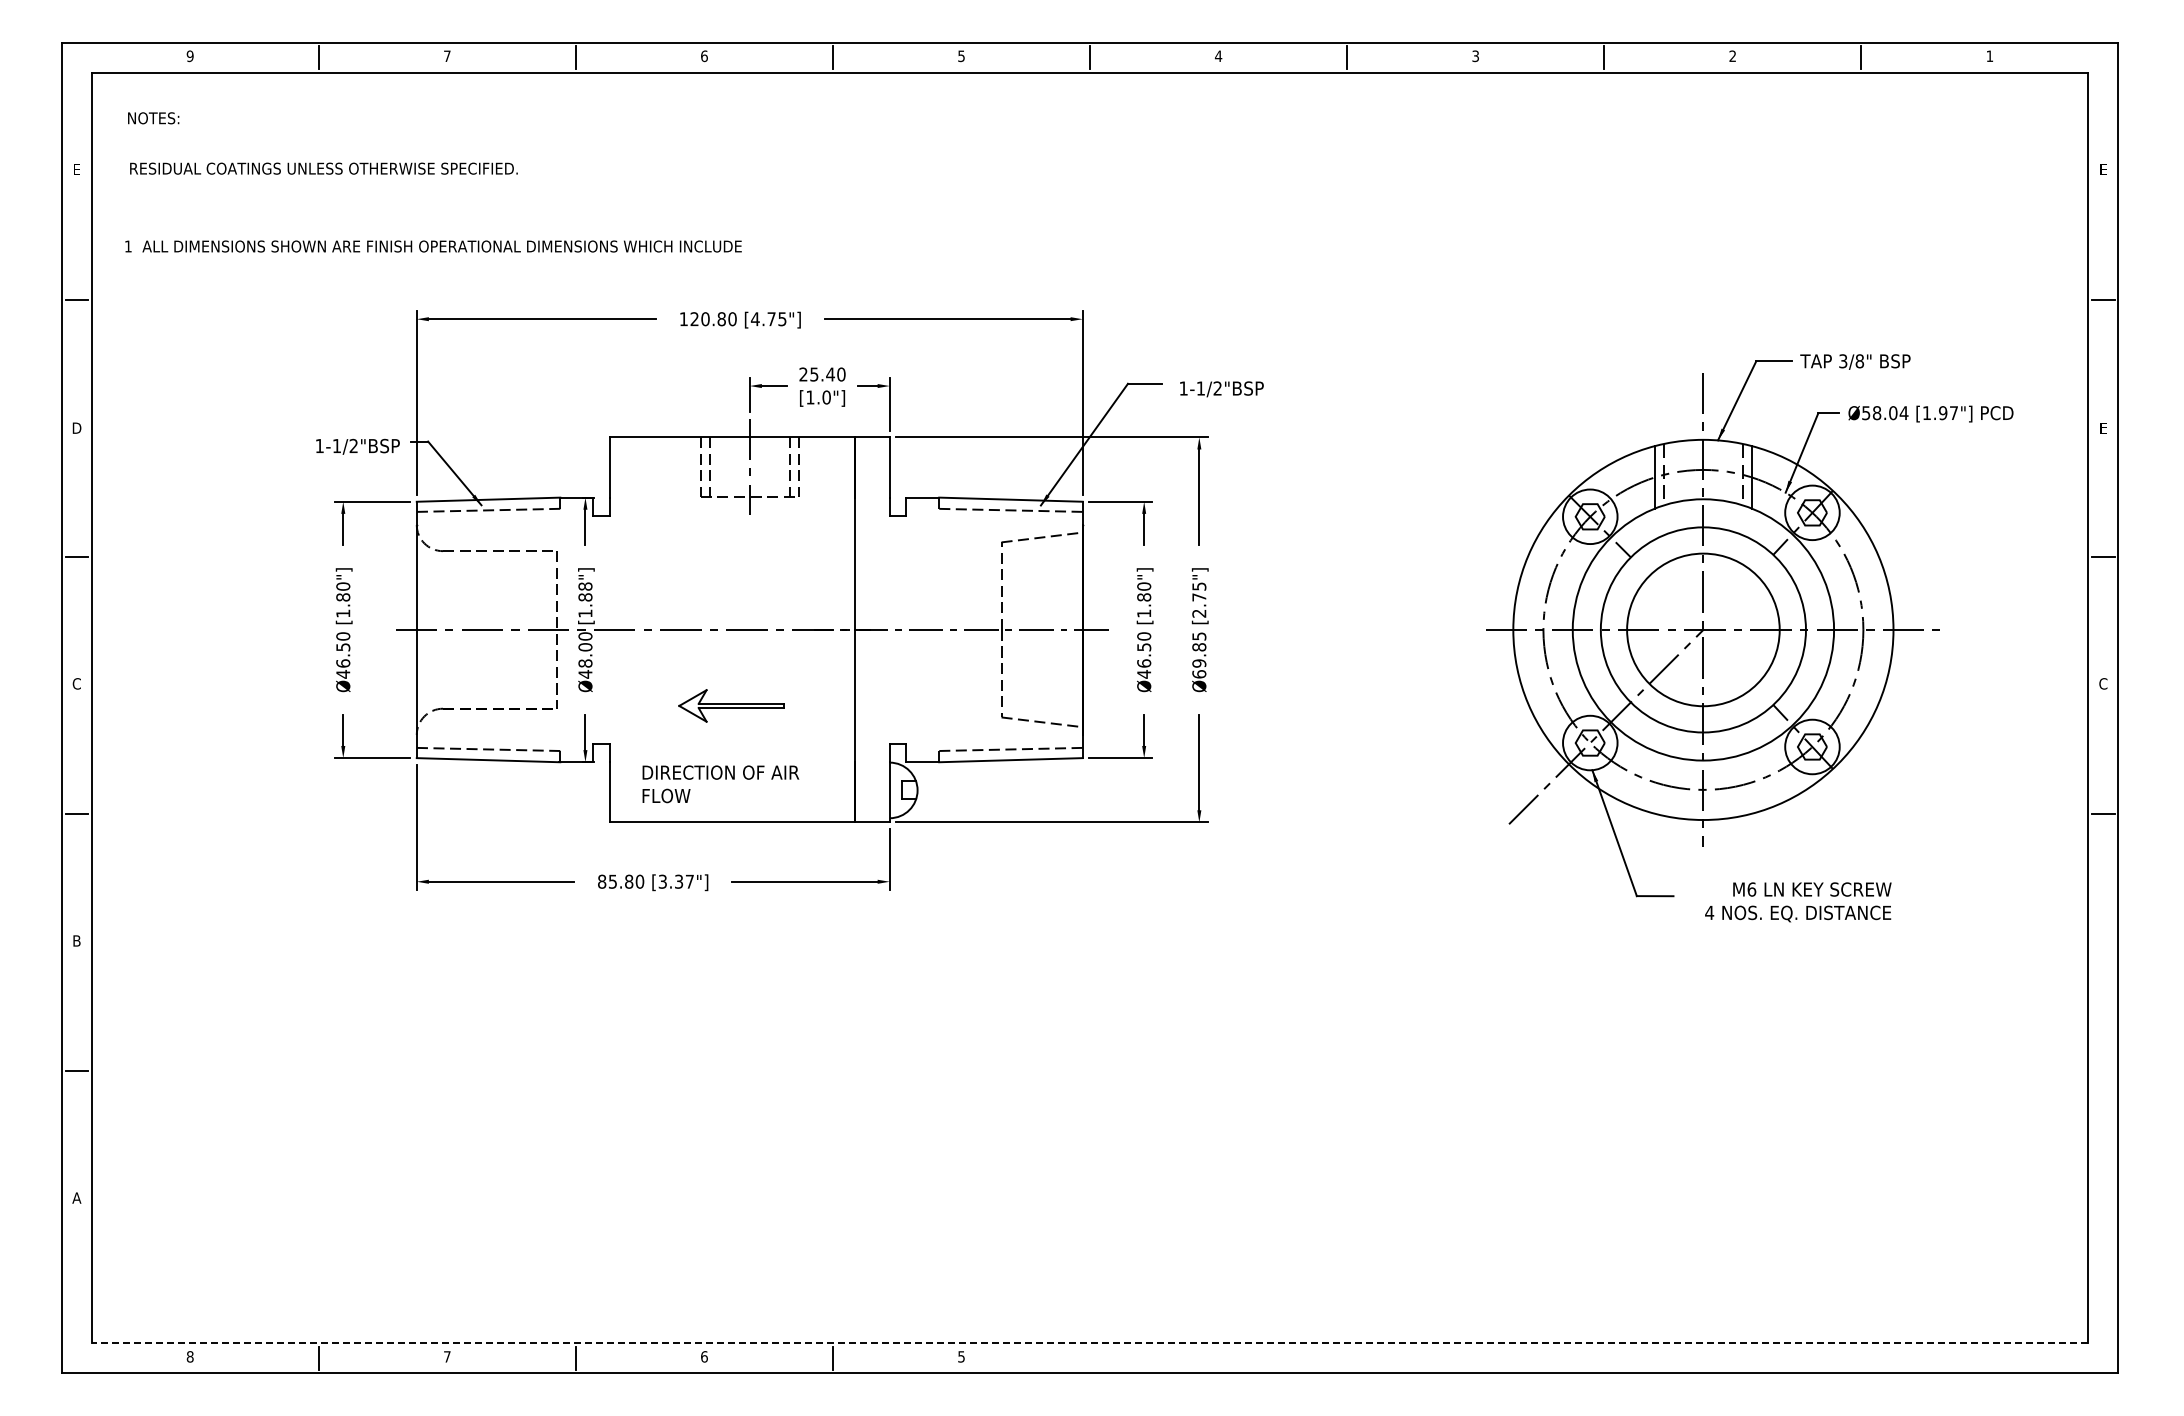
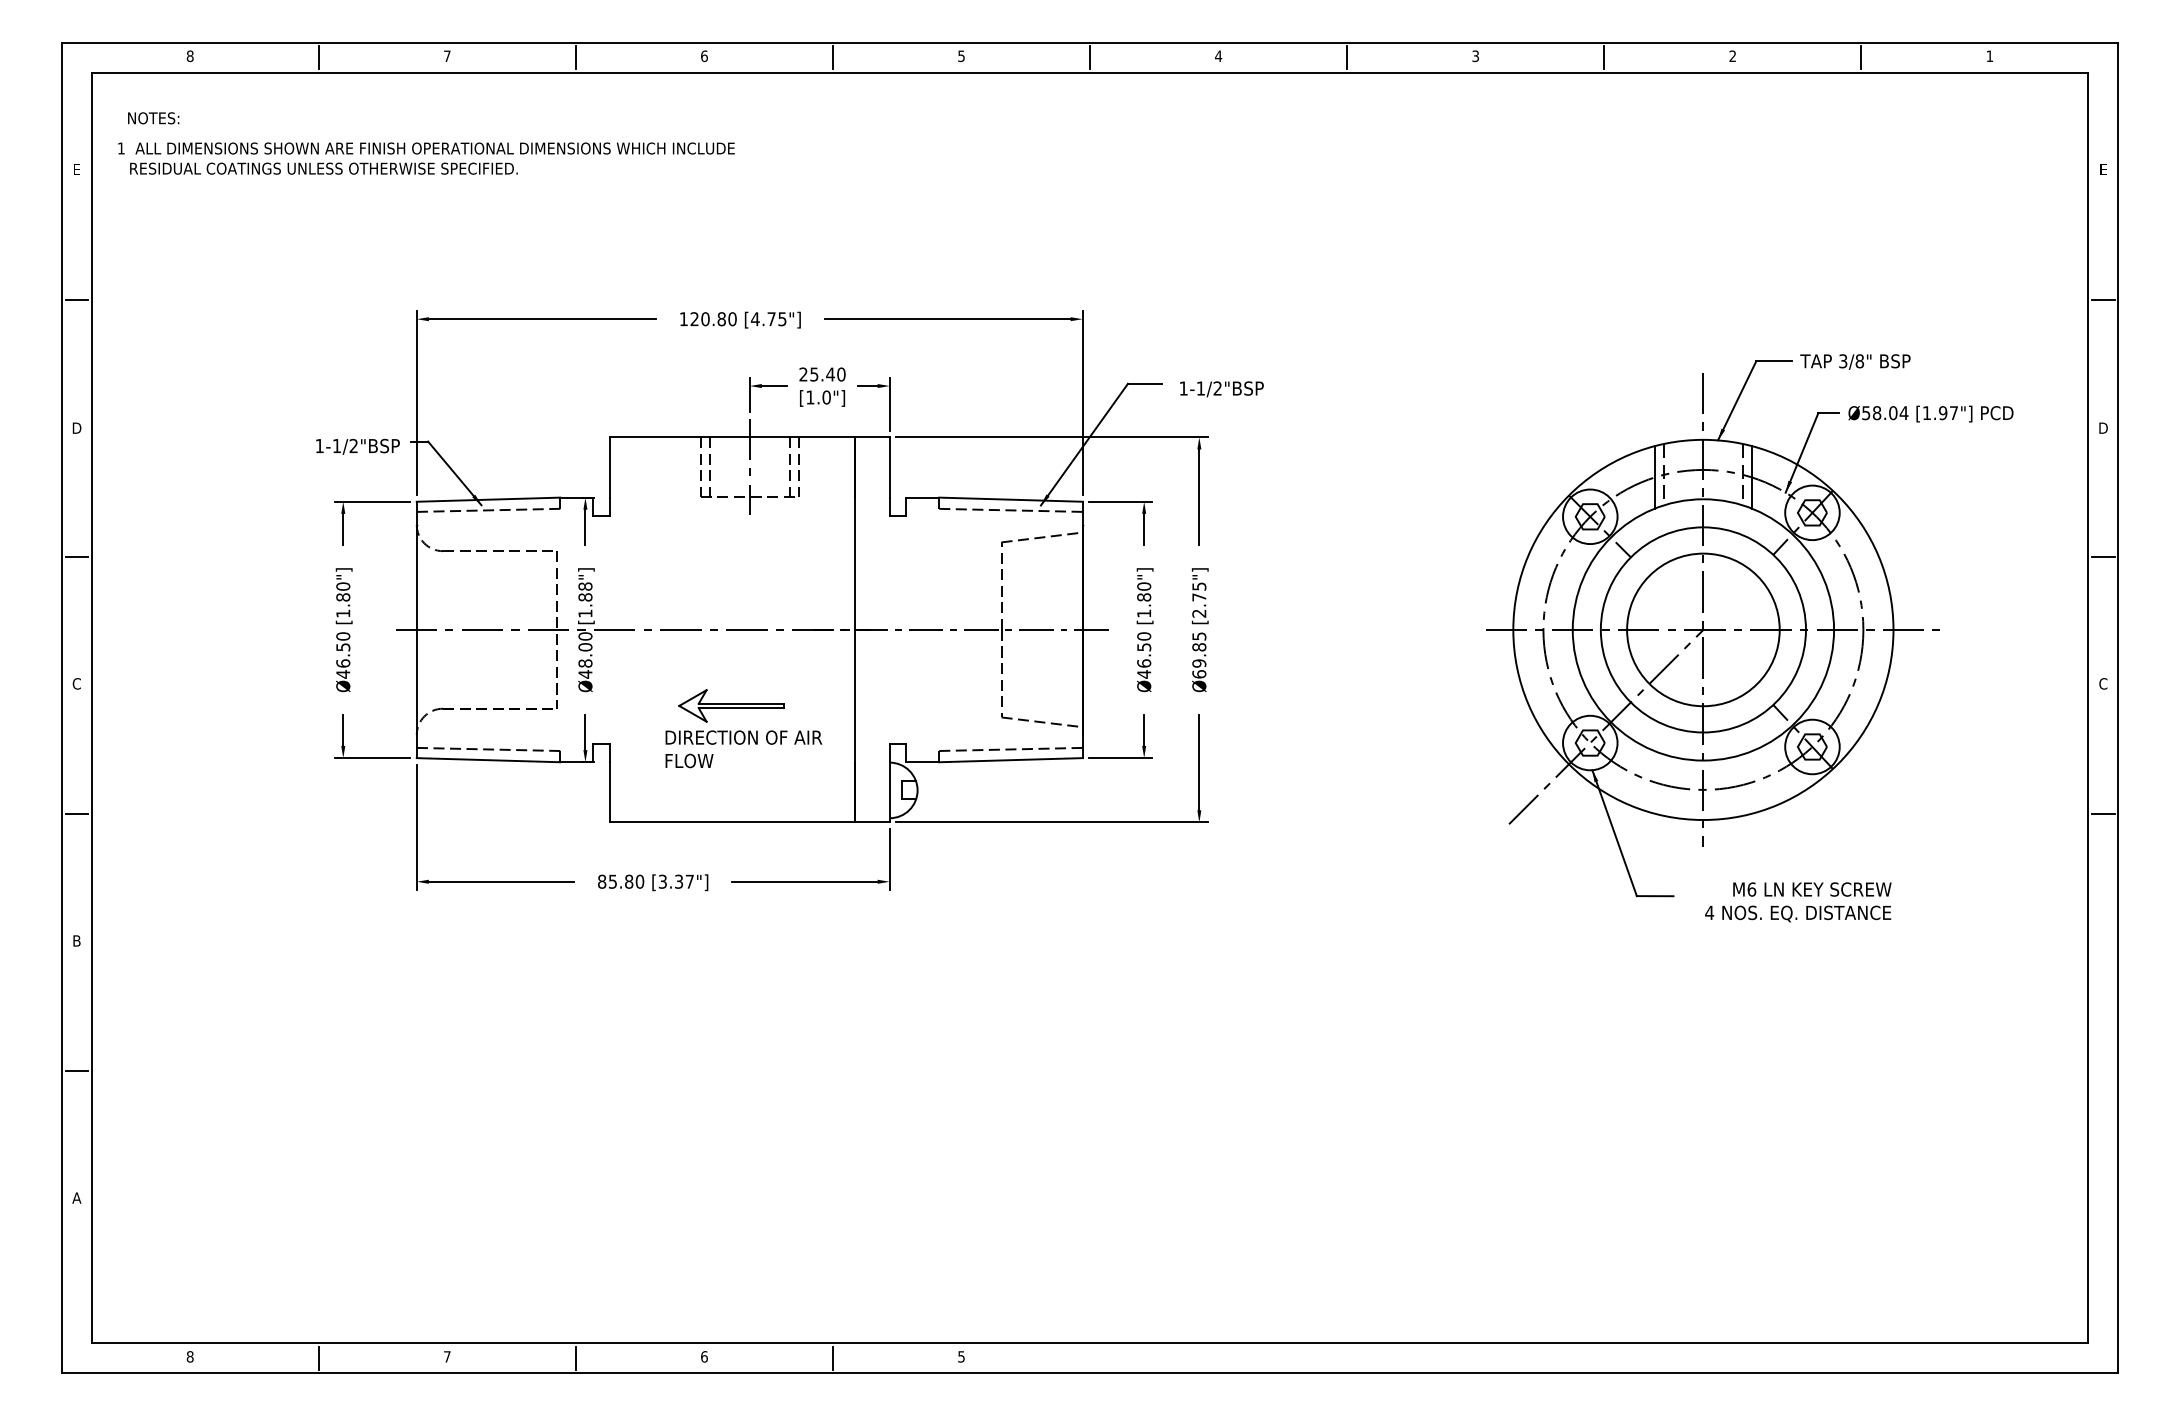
text at (189, 56): 9 -> 8
text at (433, 246) position: (433, 246) -> (426, 148)
text at (2103, 427): E -> D
text at (720, 784) position: (720, 784) -> (743, 749)
line at (1089, 1343): dashed -> solid
